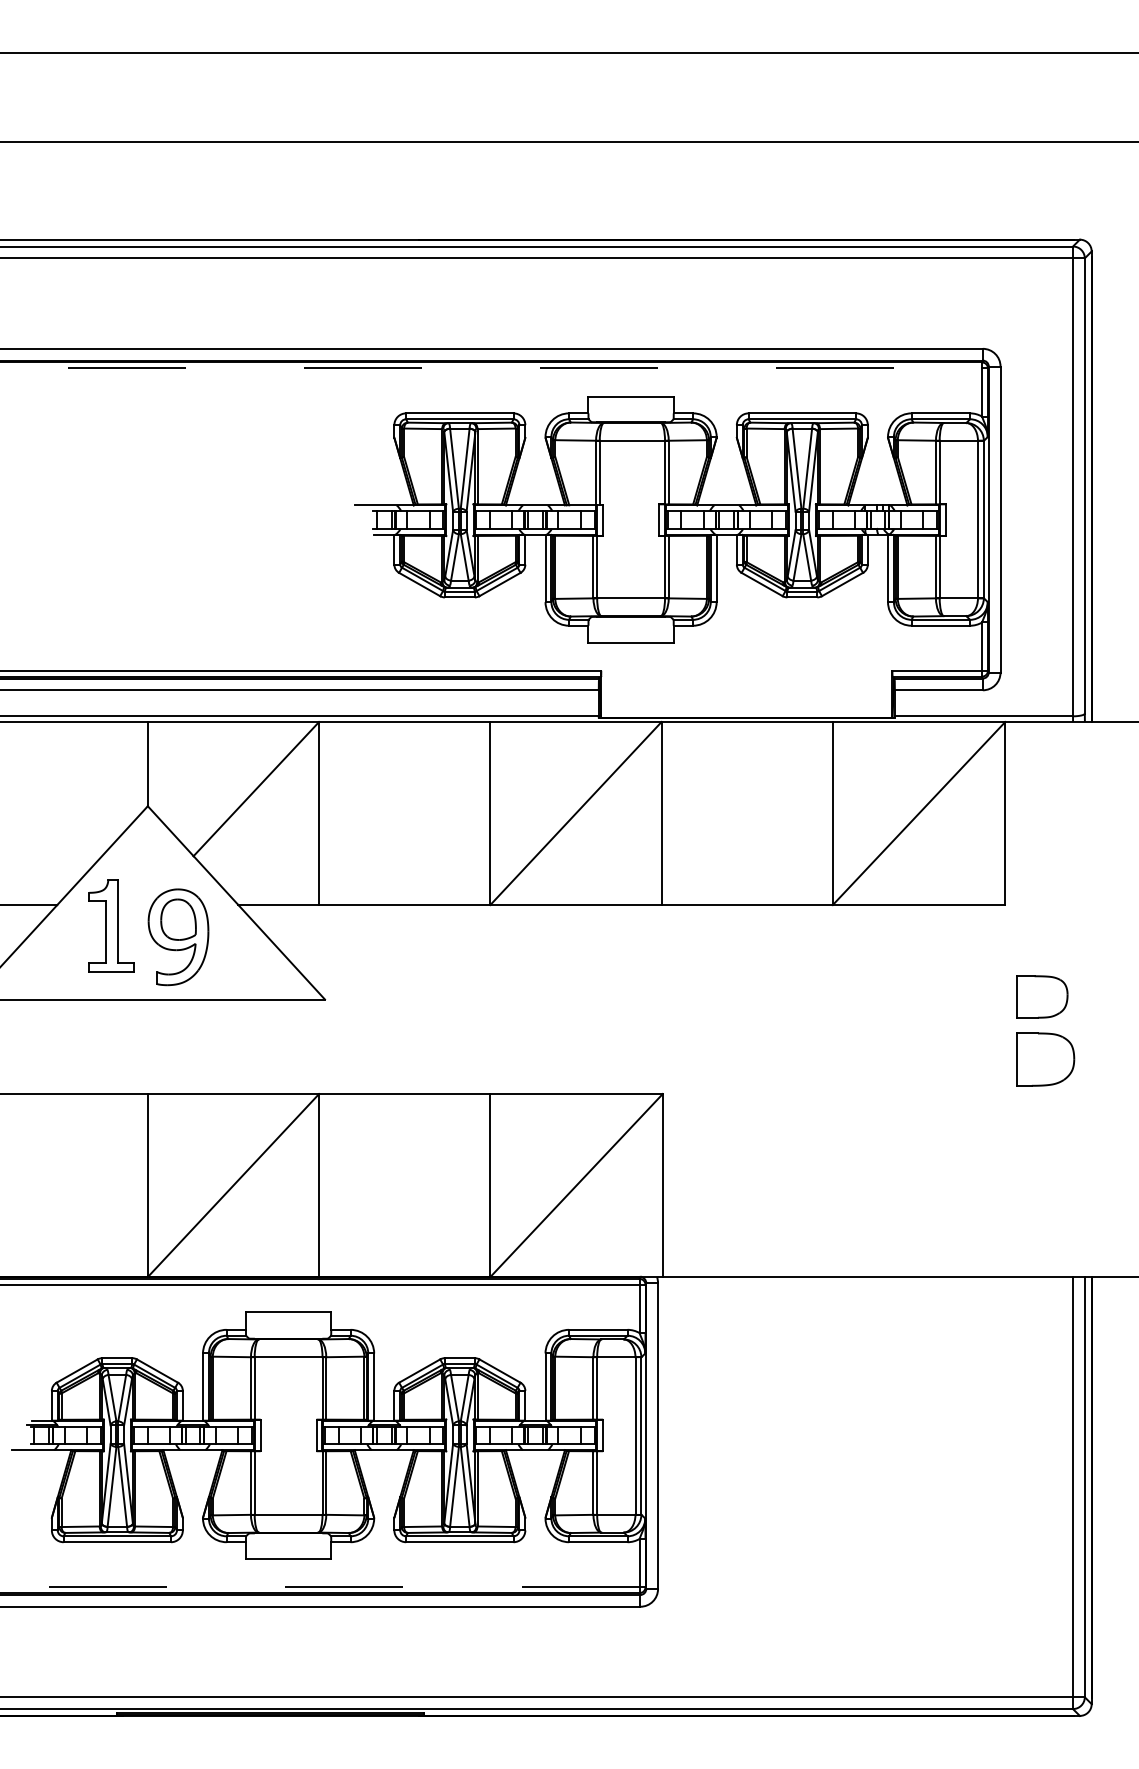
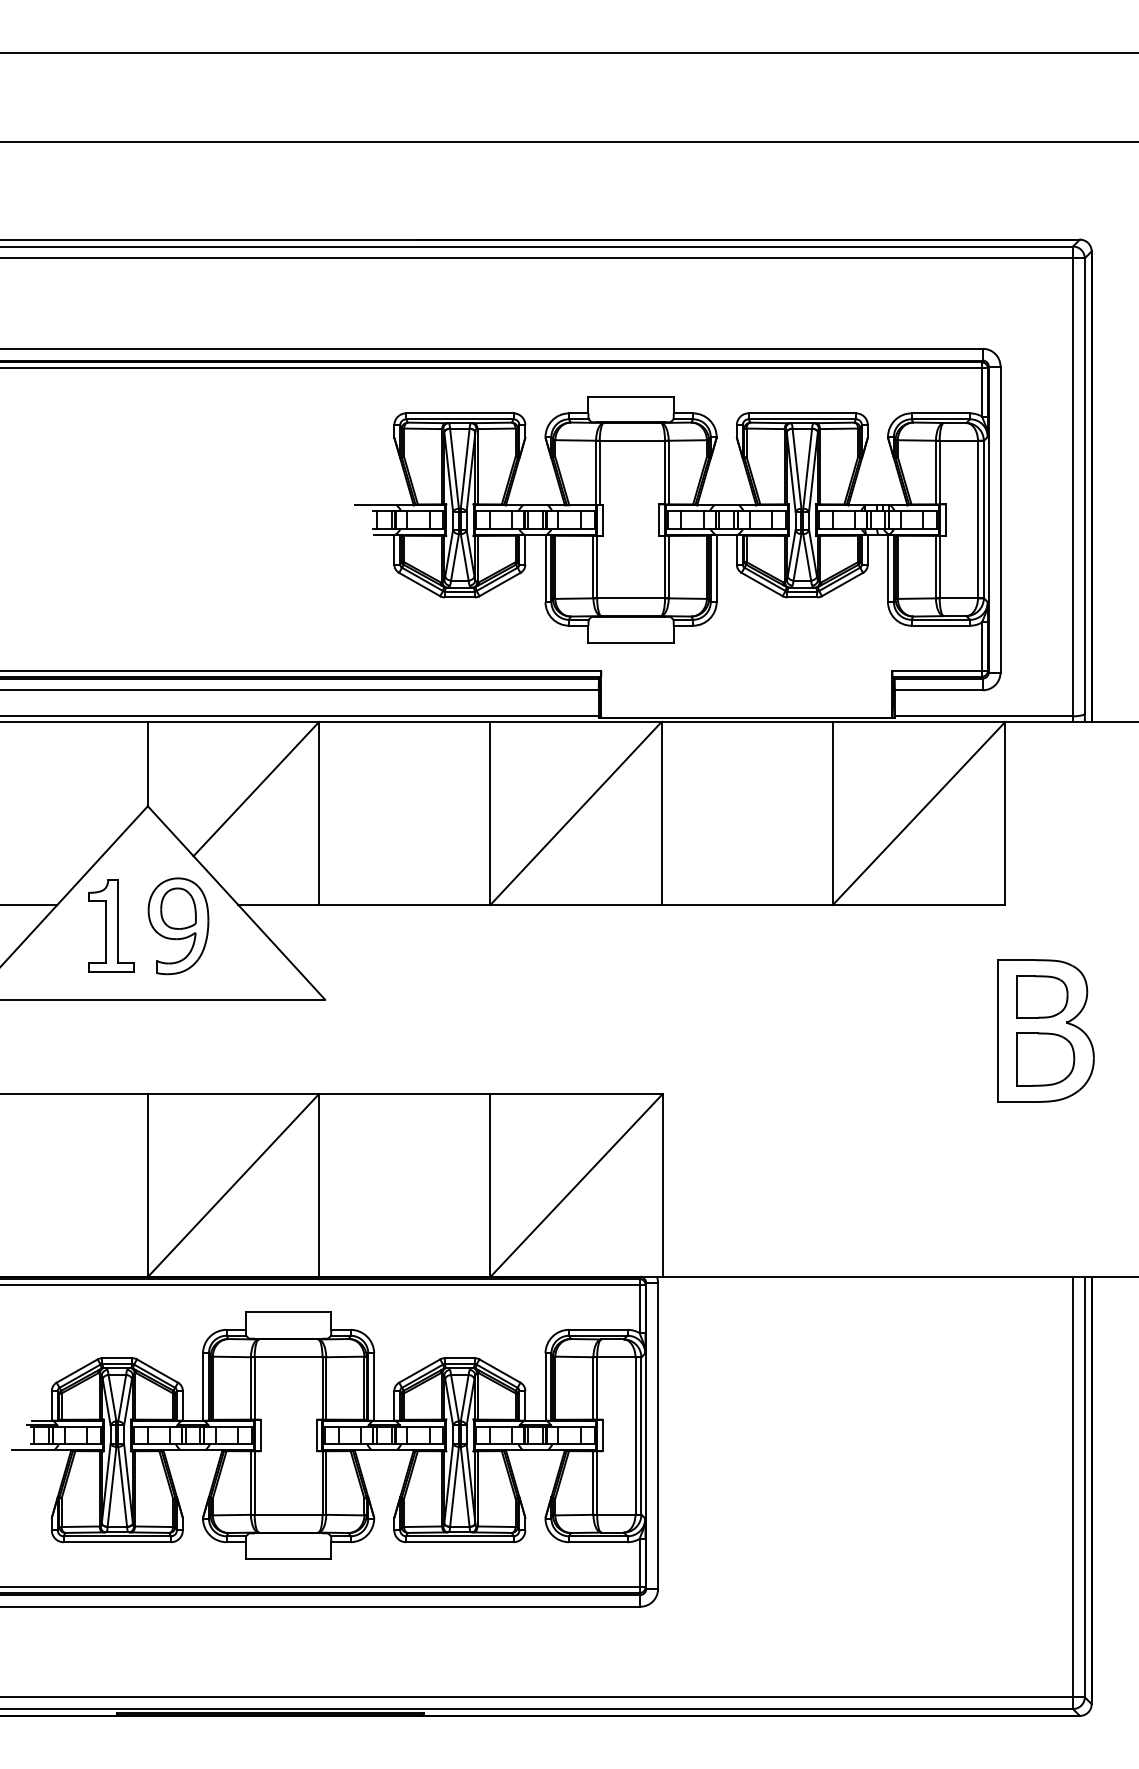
line at (491, 368): dashed -> solid
part at (178, 937) position: (178, 937) -> (178, 926)
part at (1045, 1030): none -> present
line at (319, 1587): dashed -> solid
